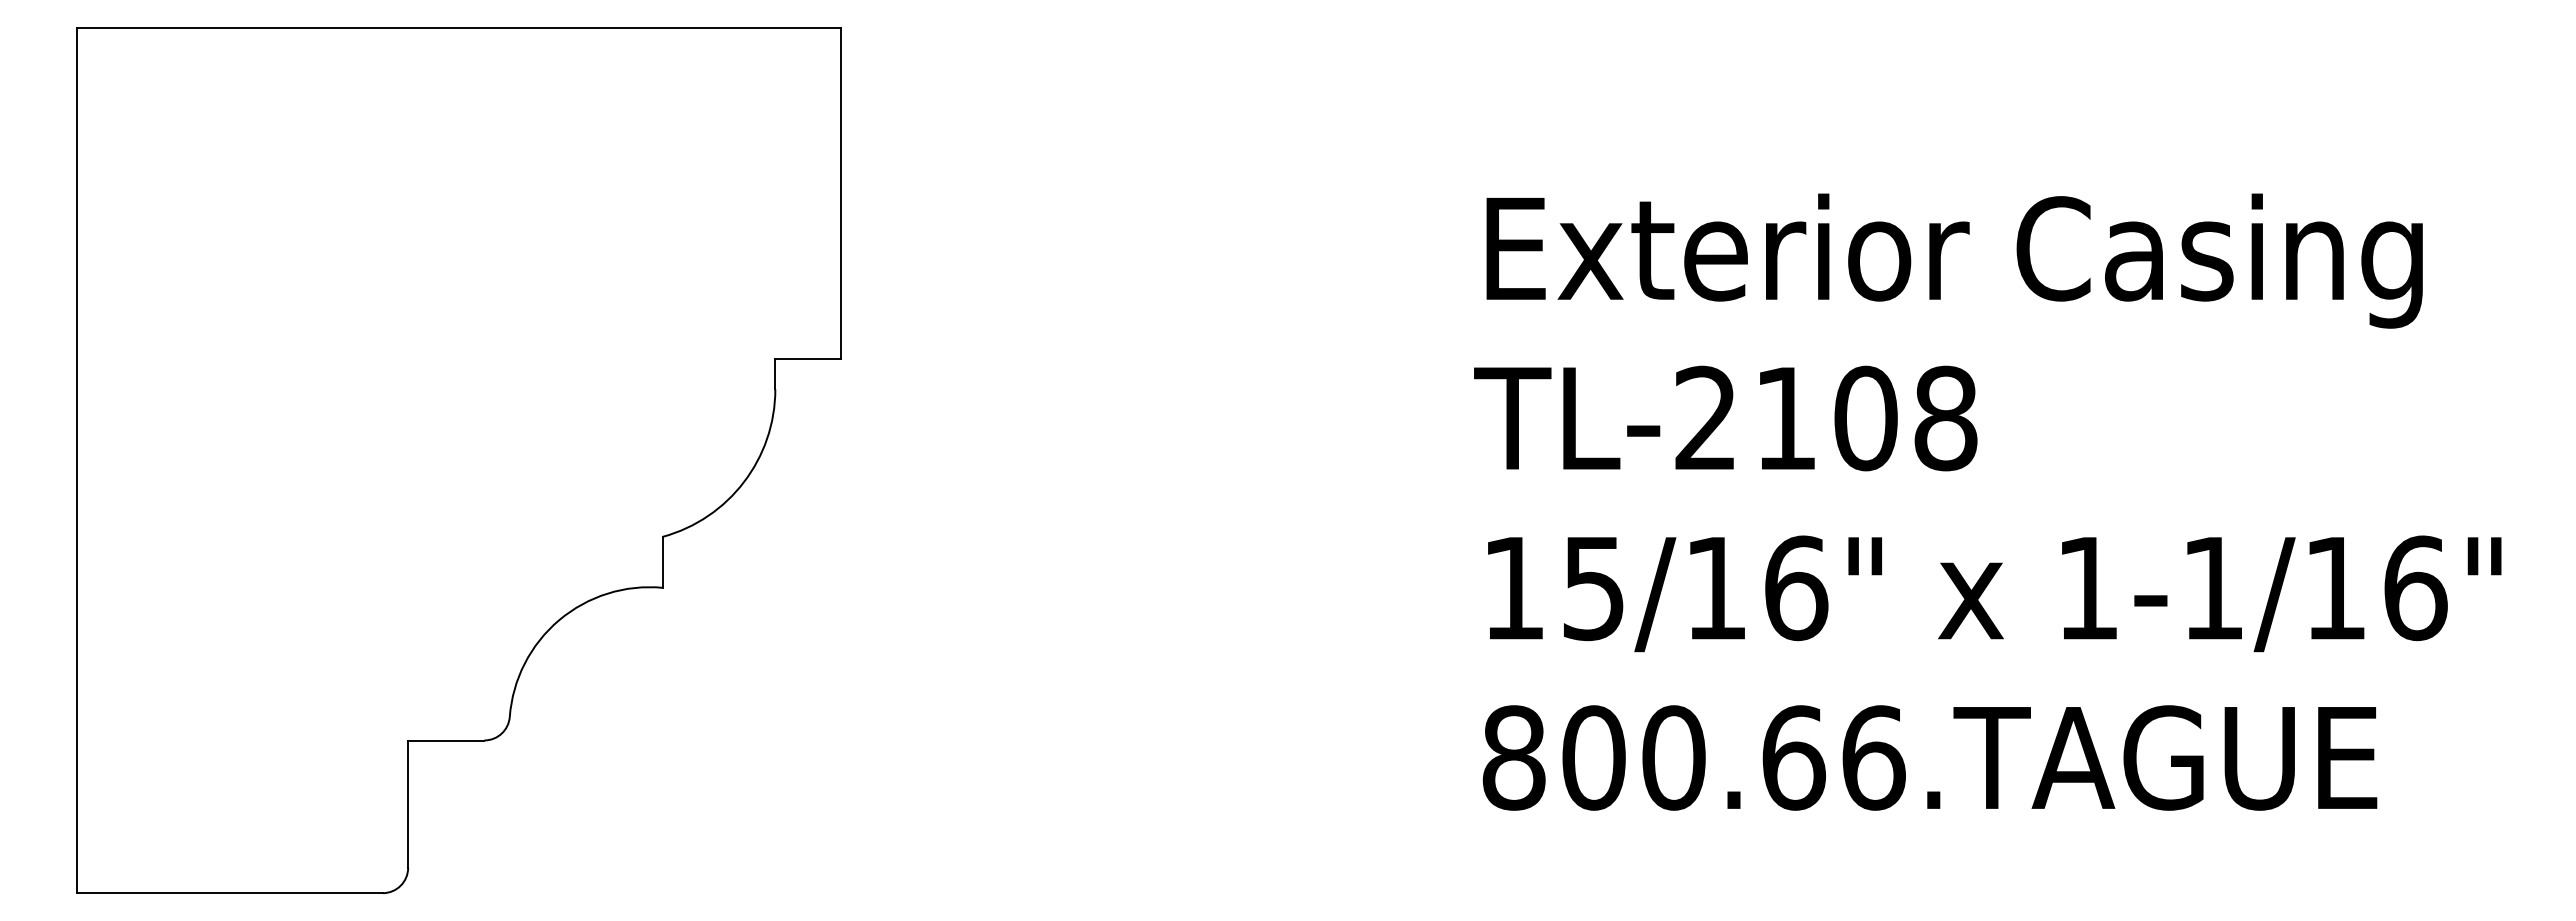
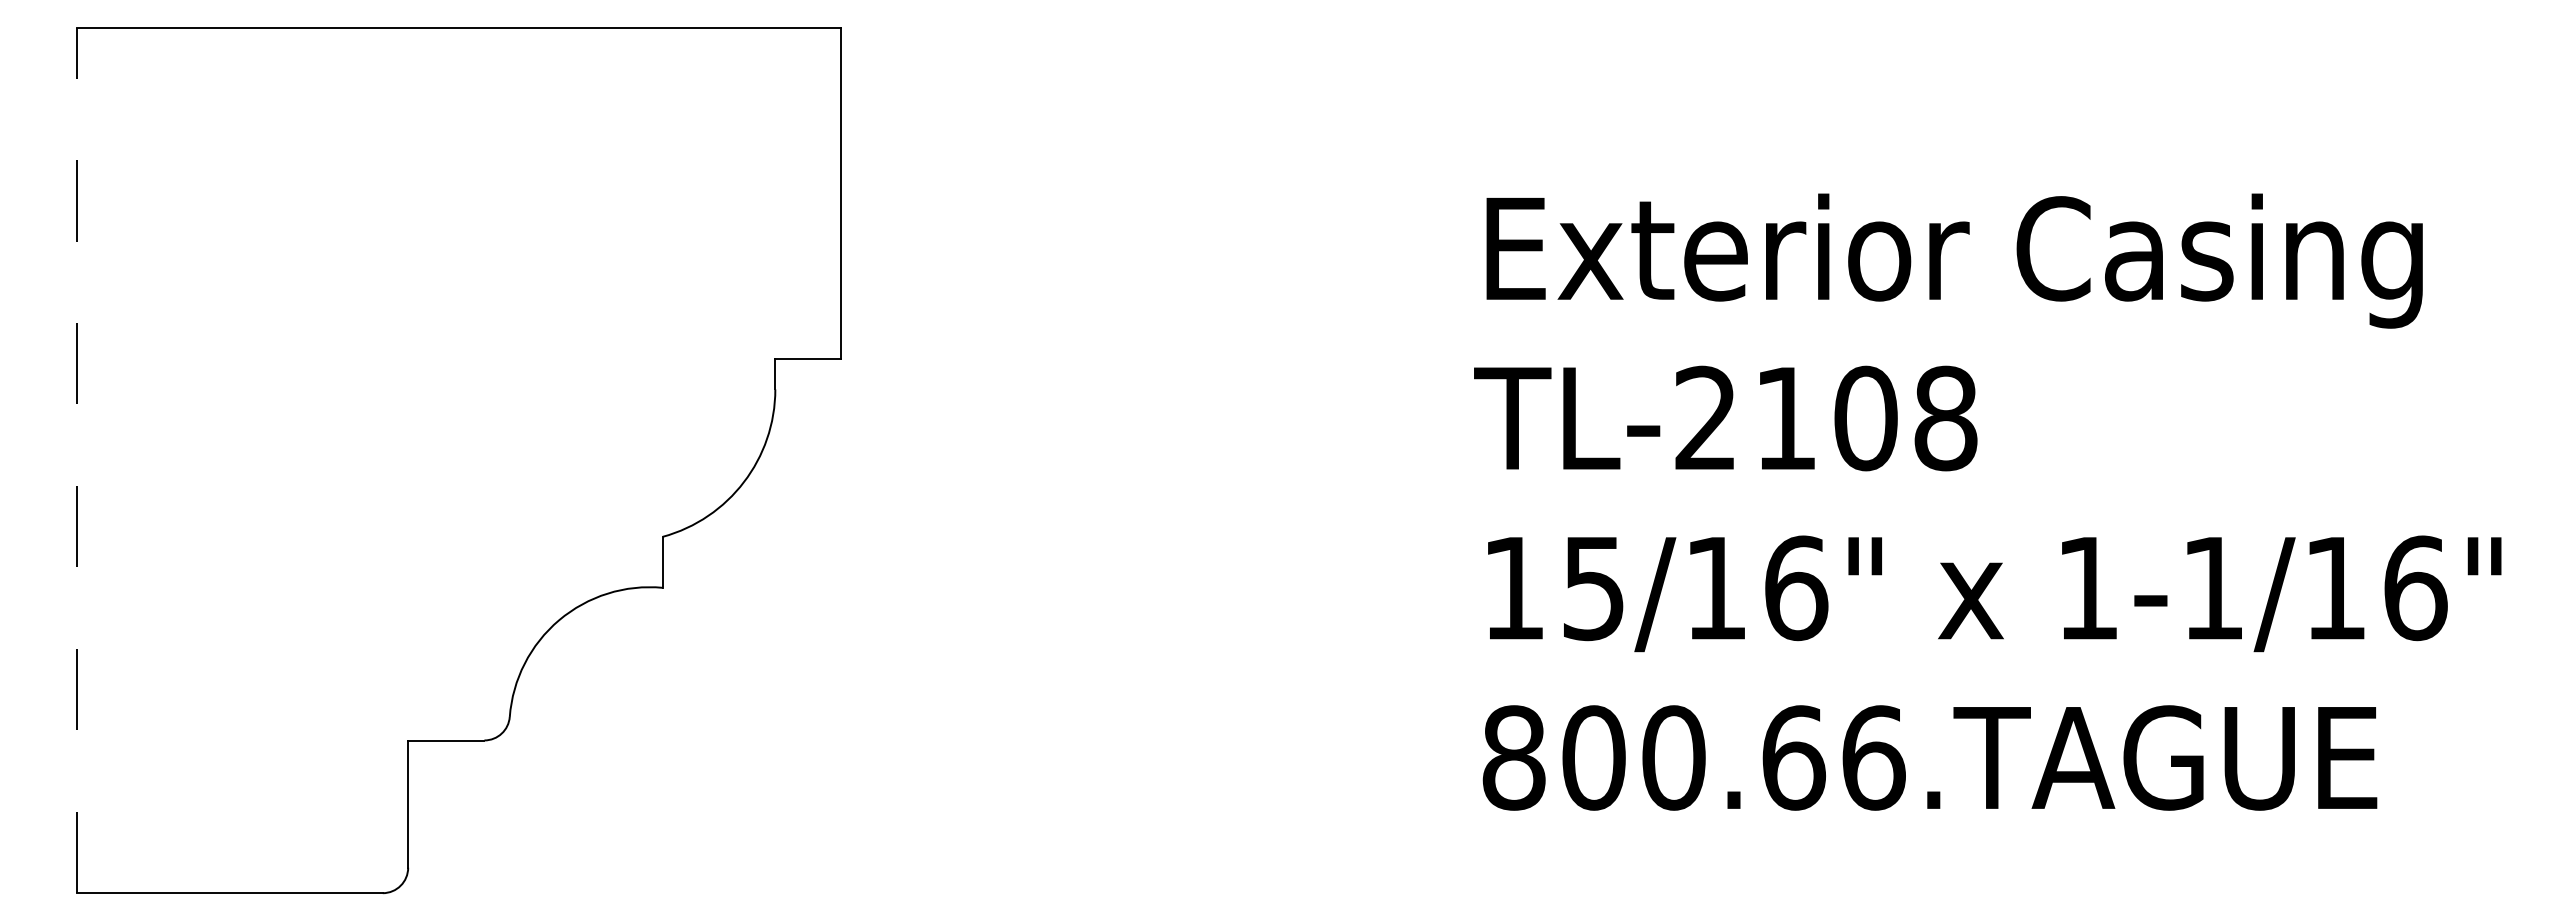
line at (77, 460): solid -> dashed
